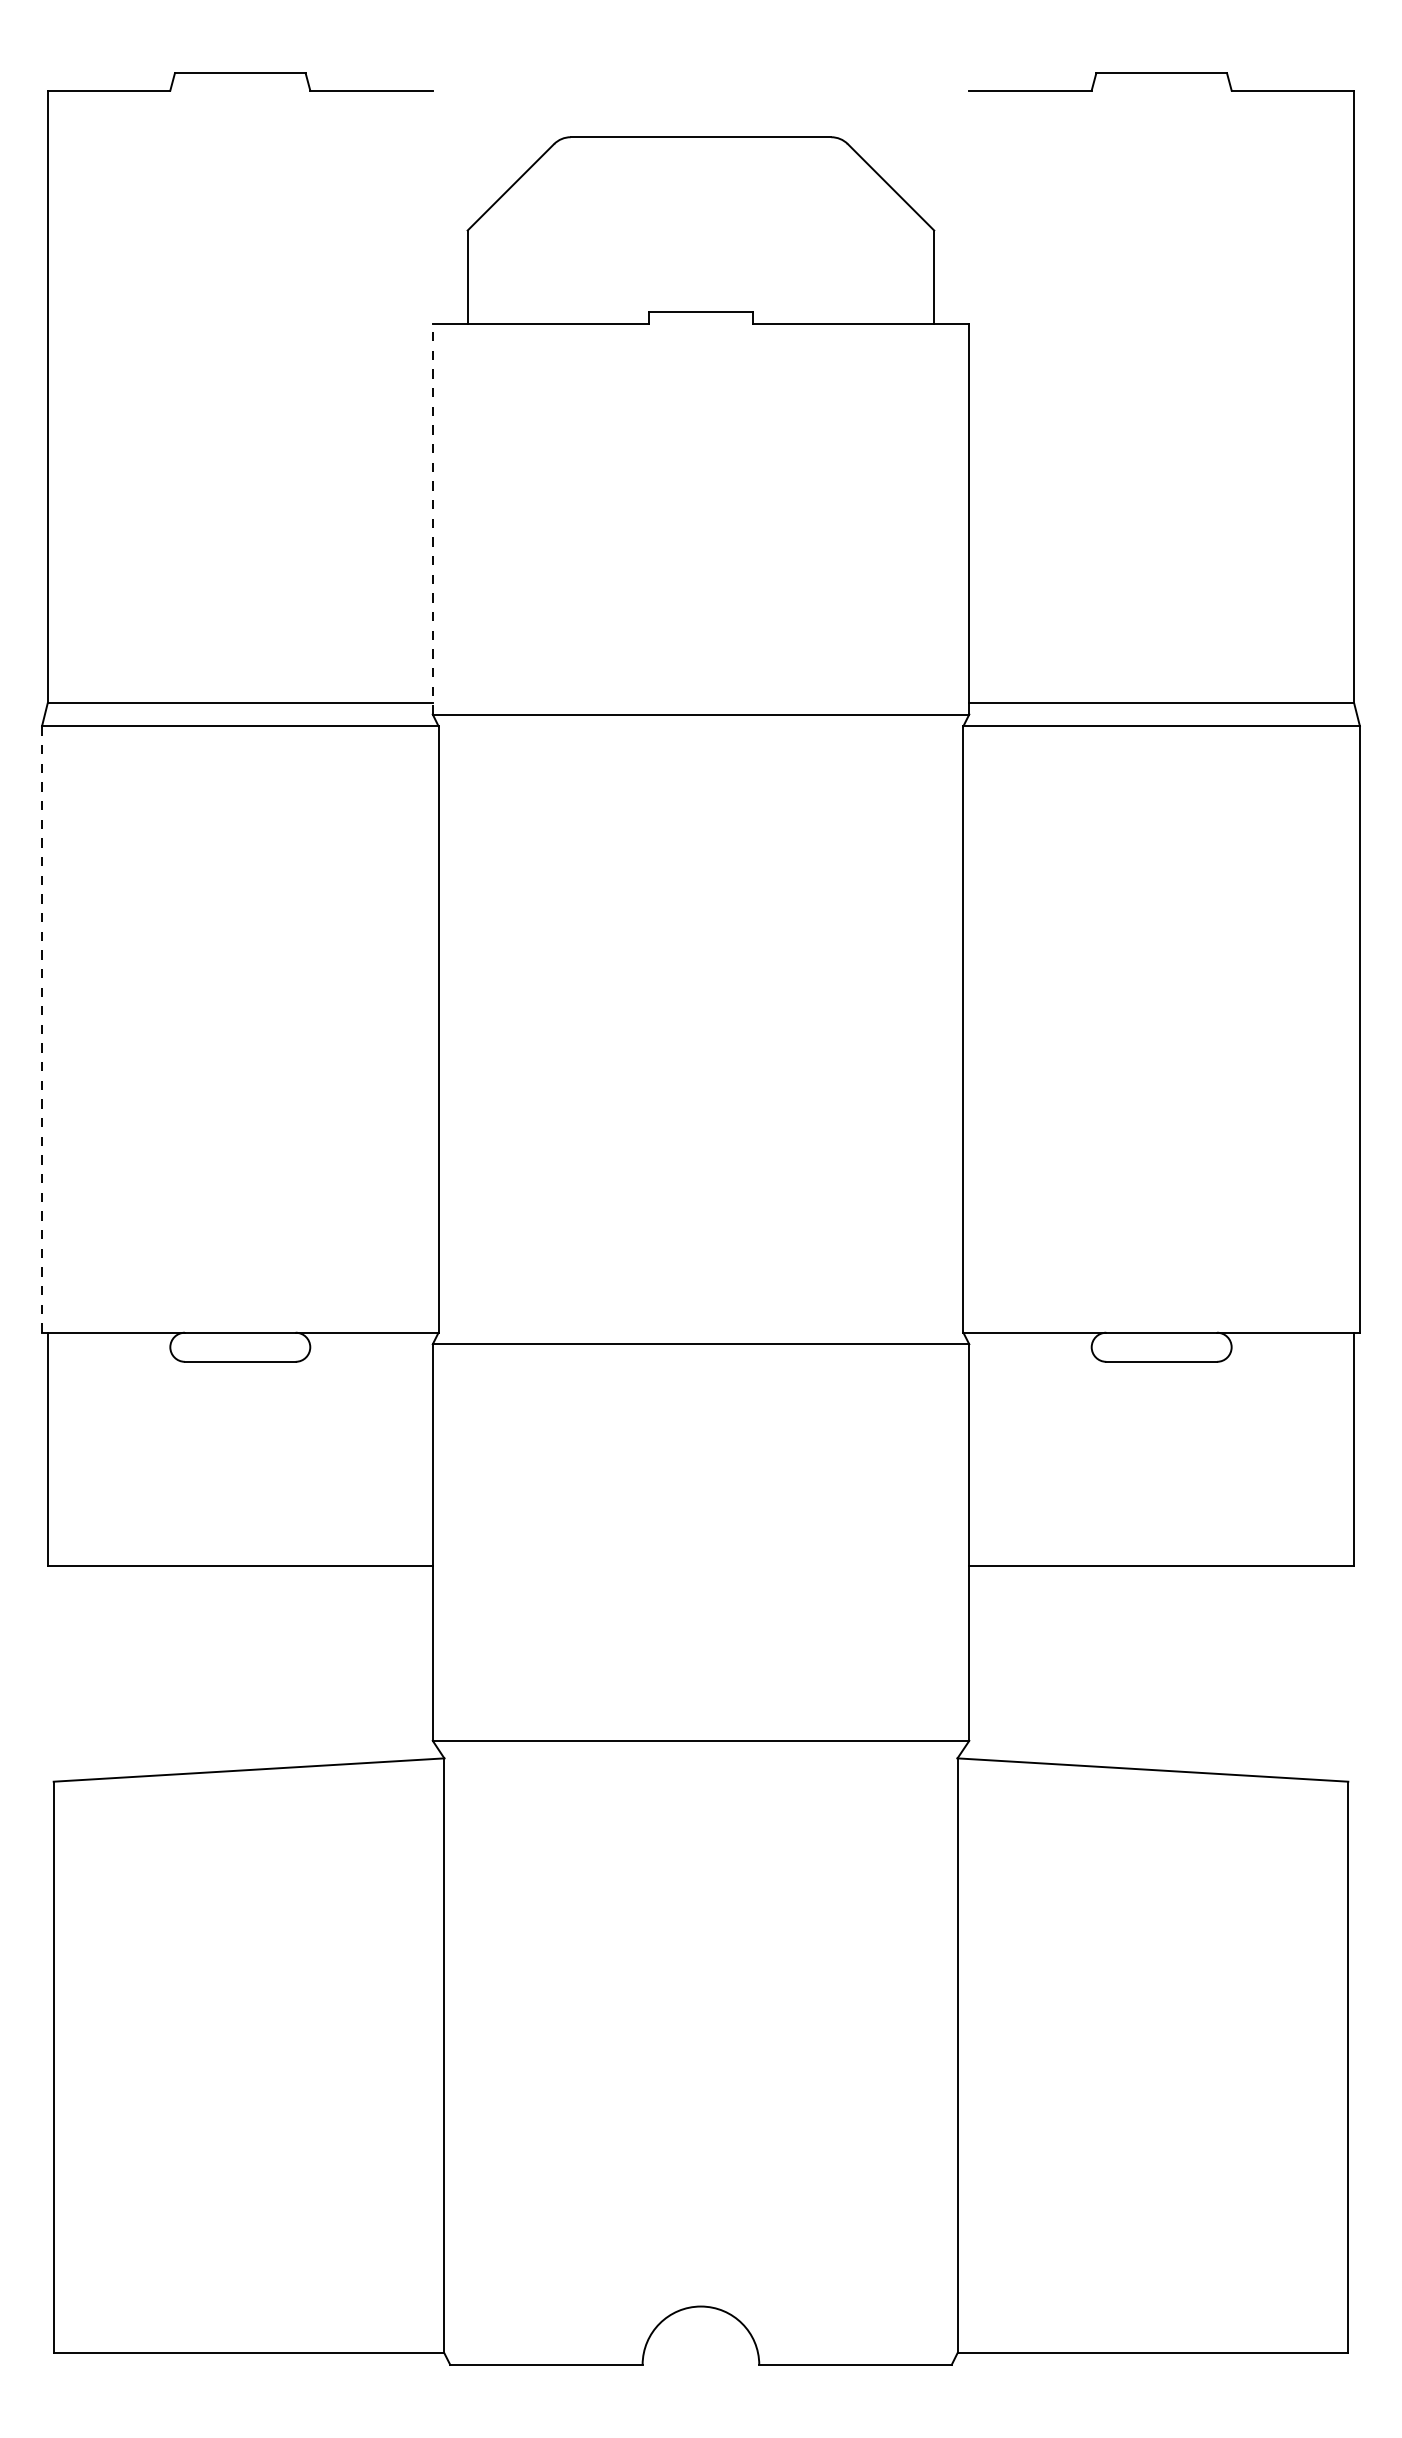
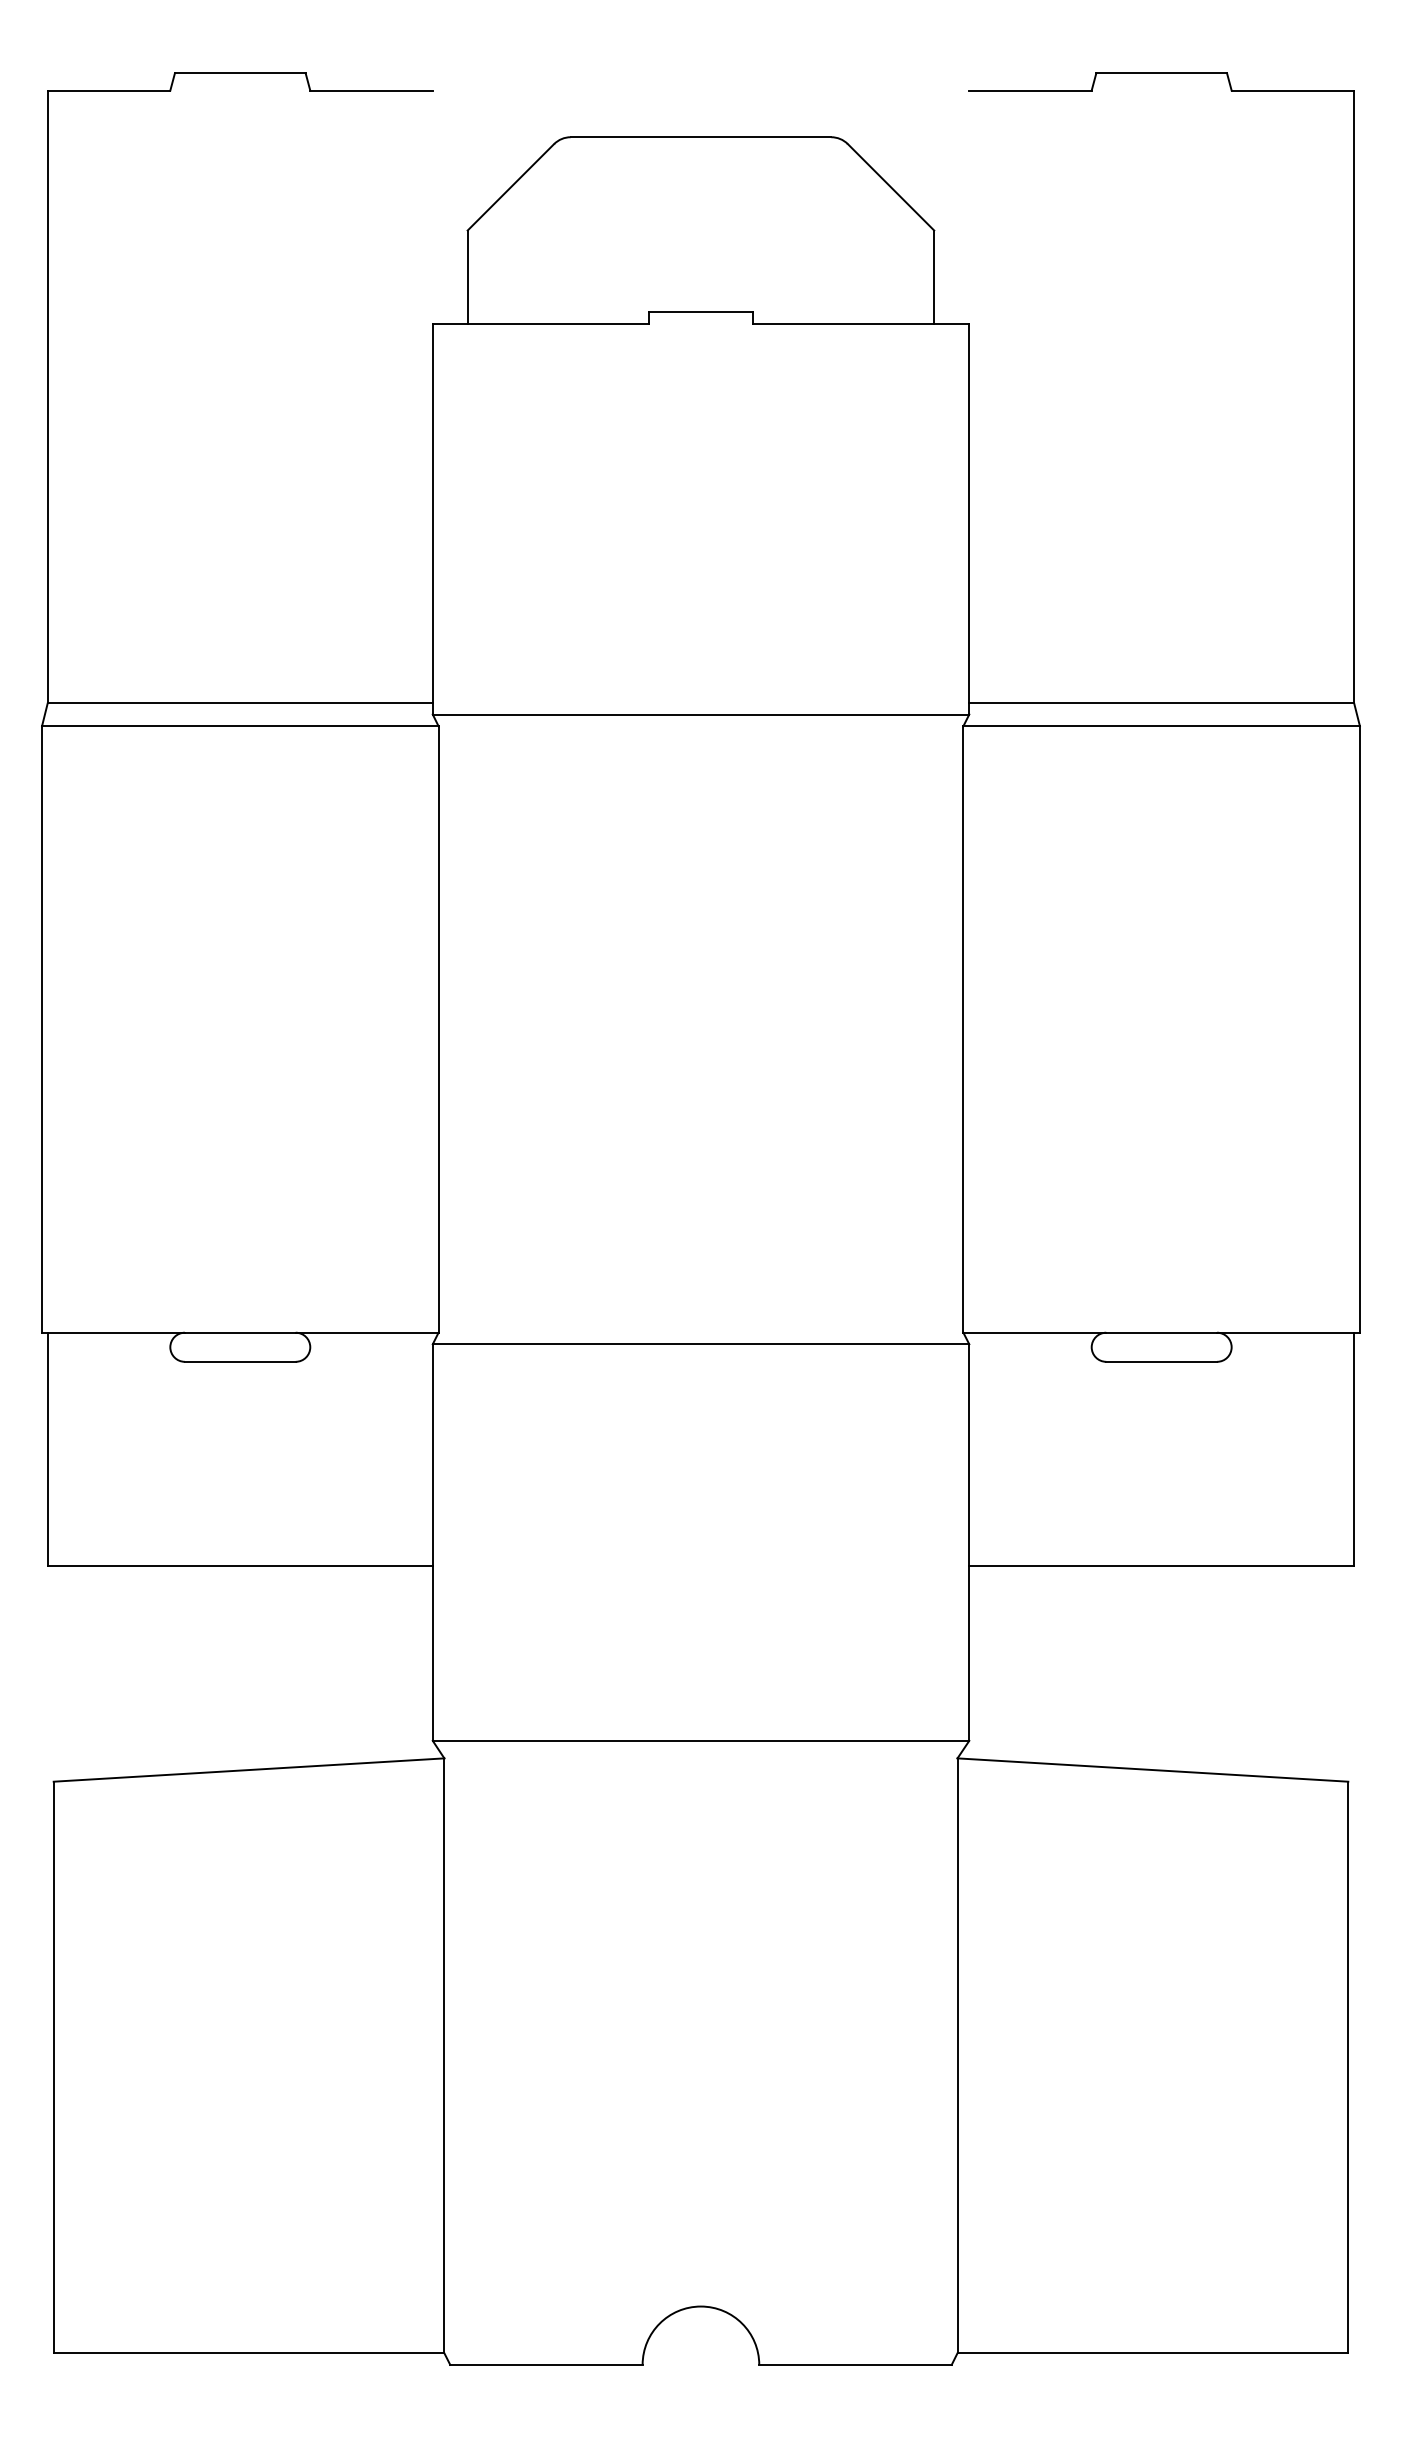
line at (432, 518): dashed -> solid
line at (42, 1029): dashed -> solid
